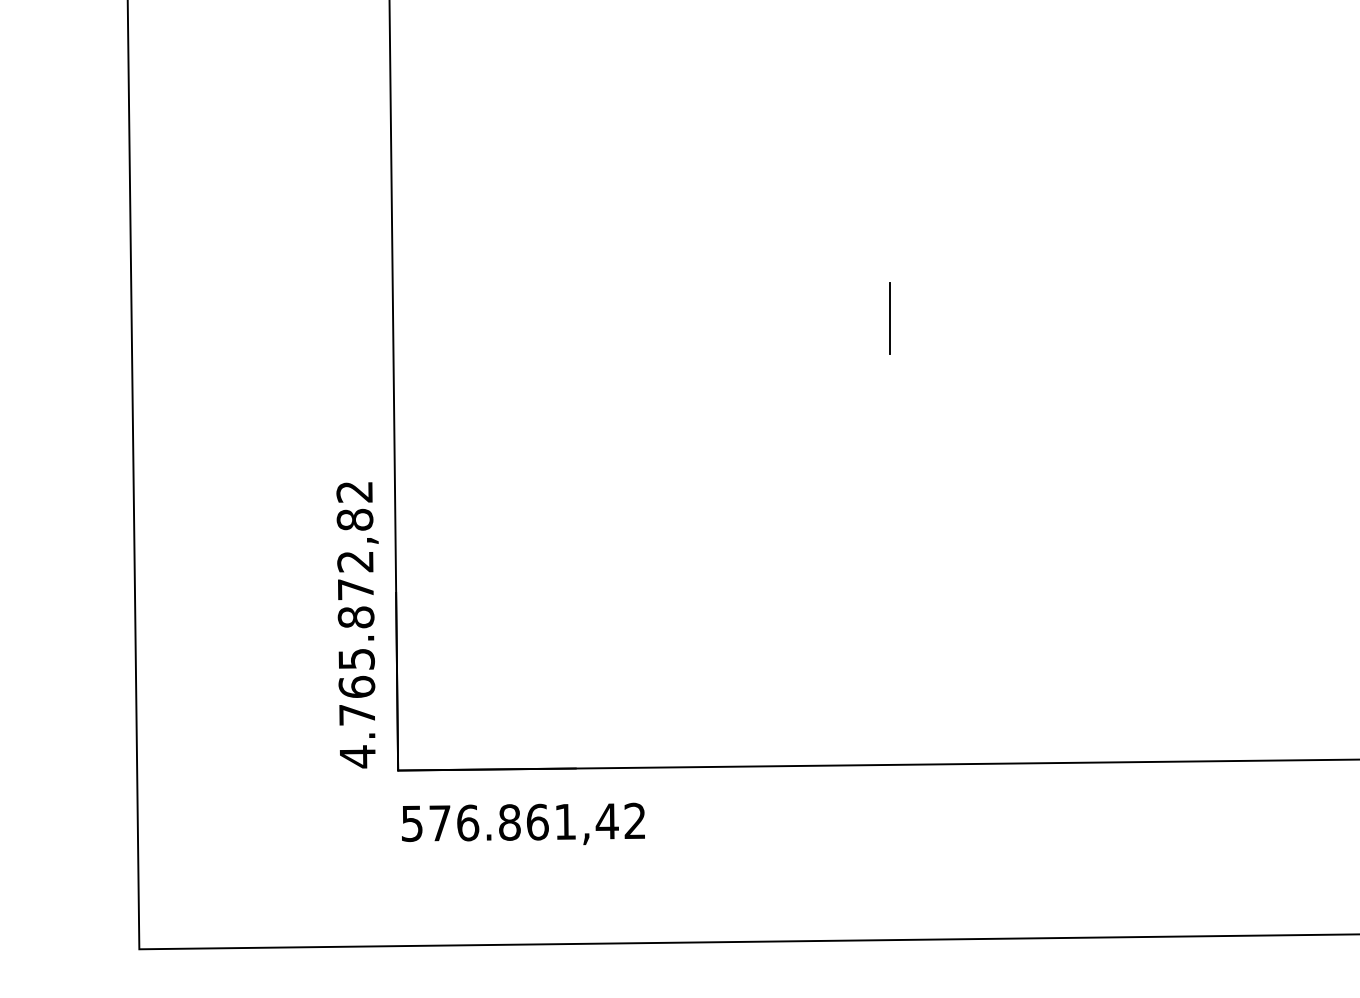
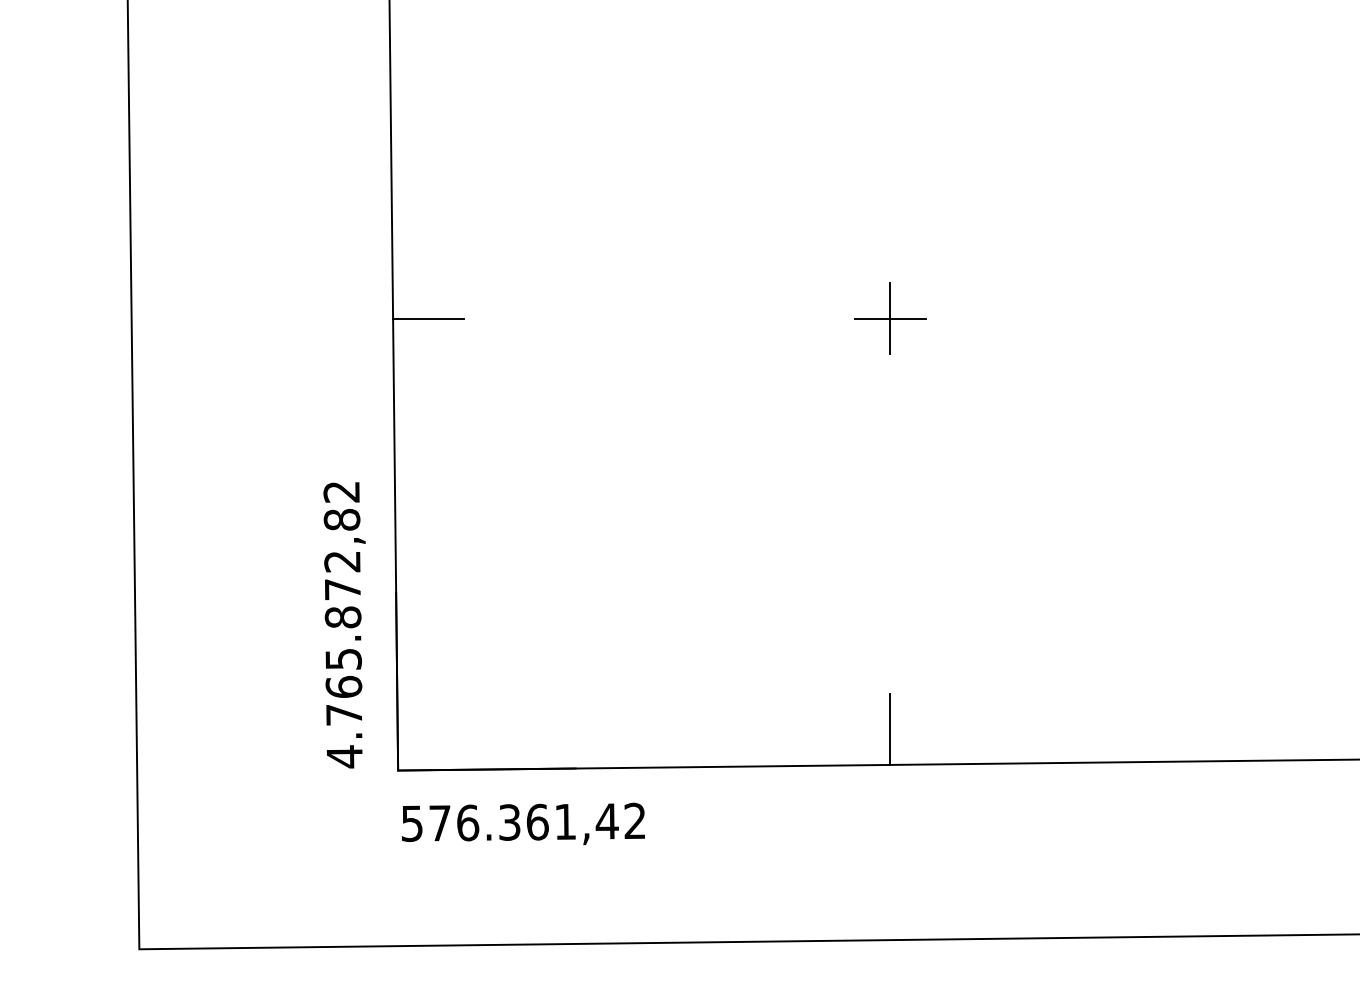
line at (428, 318): none -> present
line at (889, 318): none -> present
text at (357, 625) position: (357, 625) -> (344, 625)
line at (890, 728): none -> present
text at (509, 822): 576.861,42 -> 576.361,42
